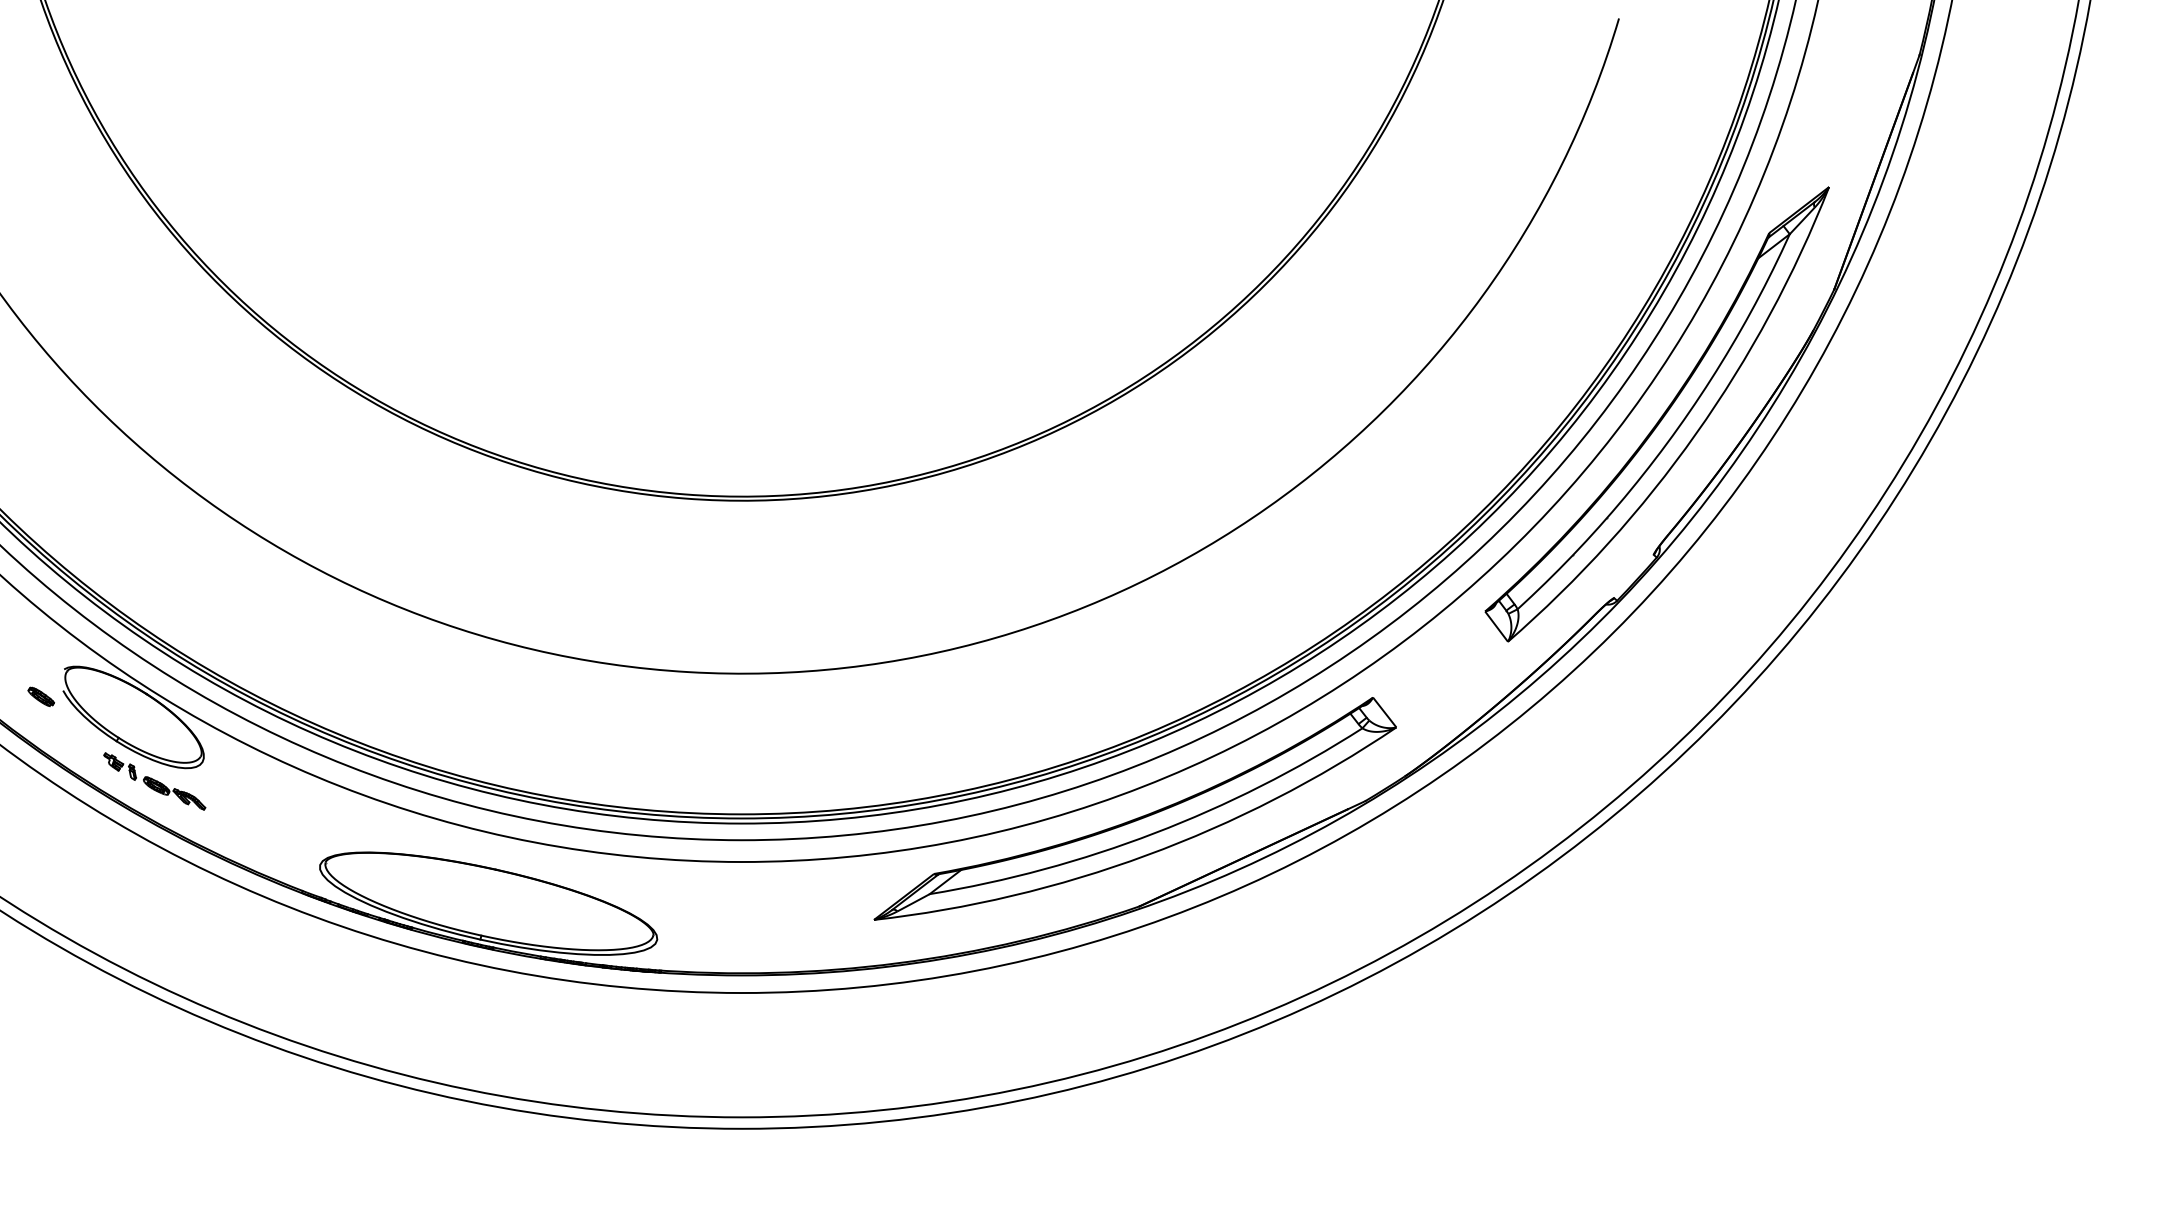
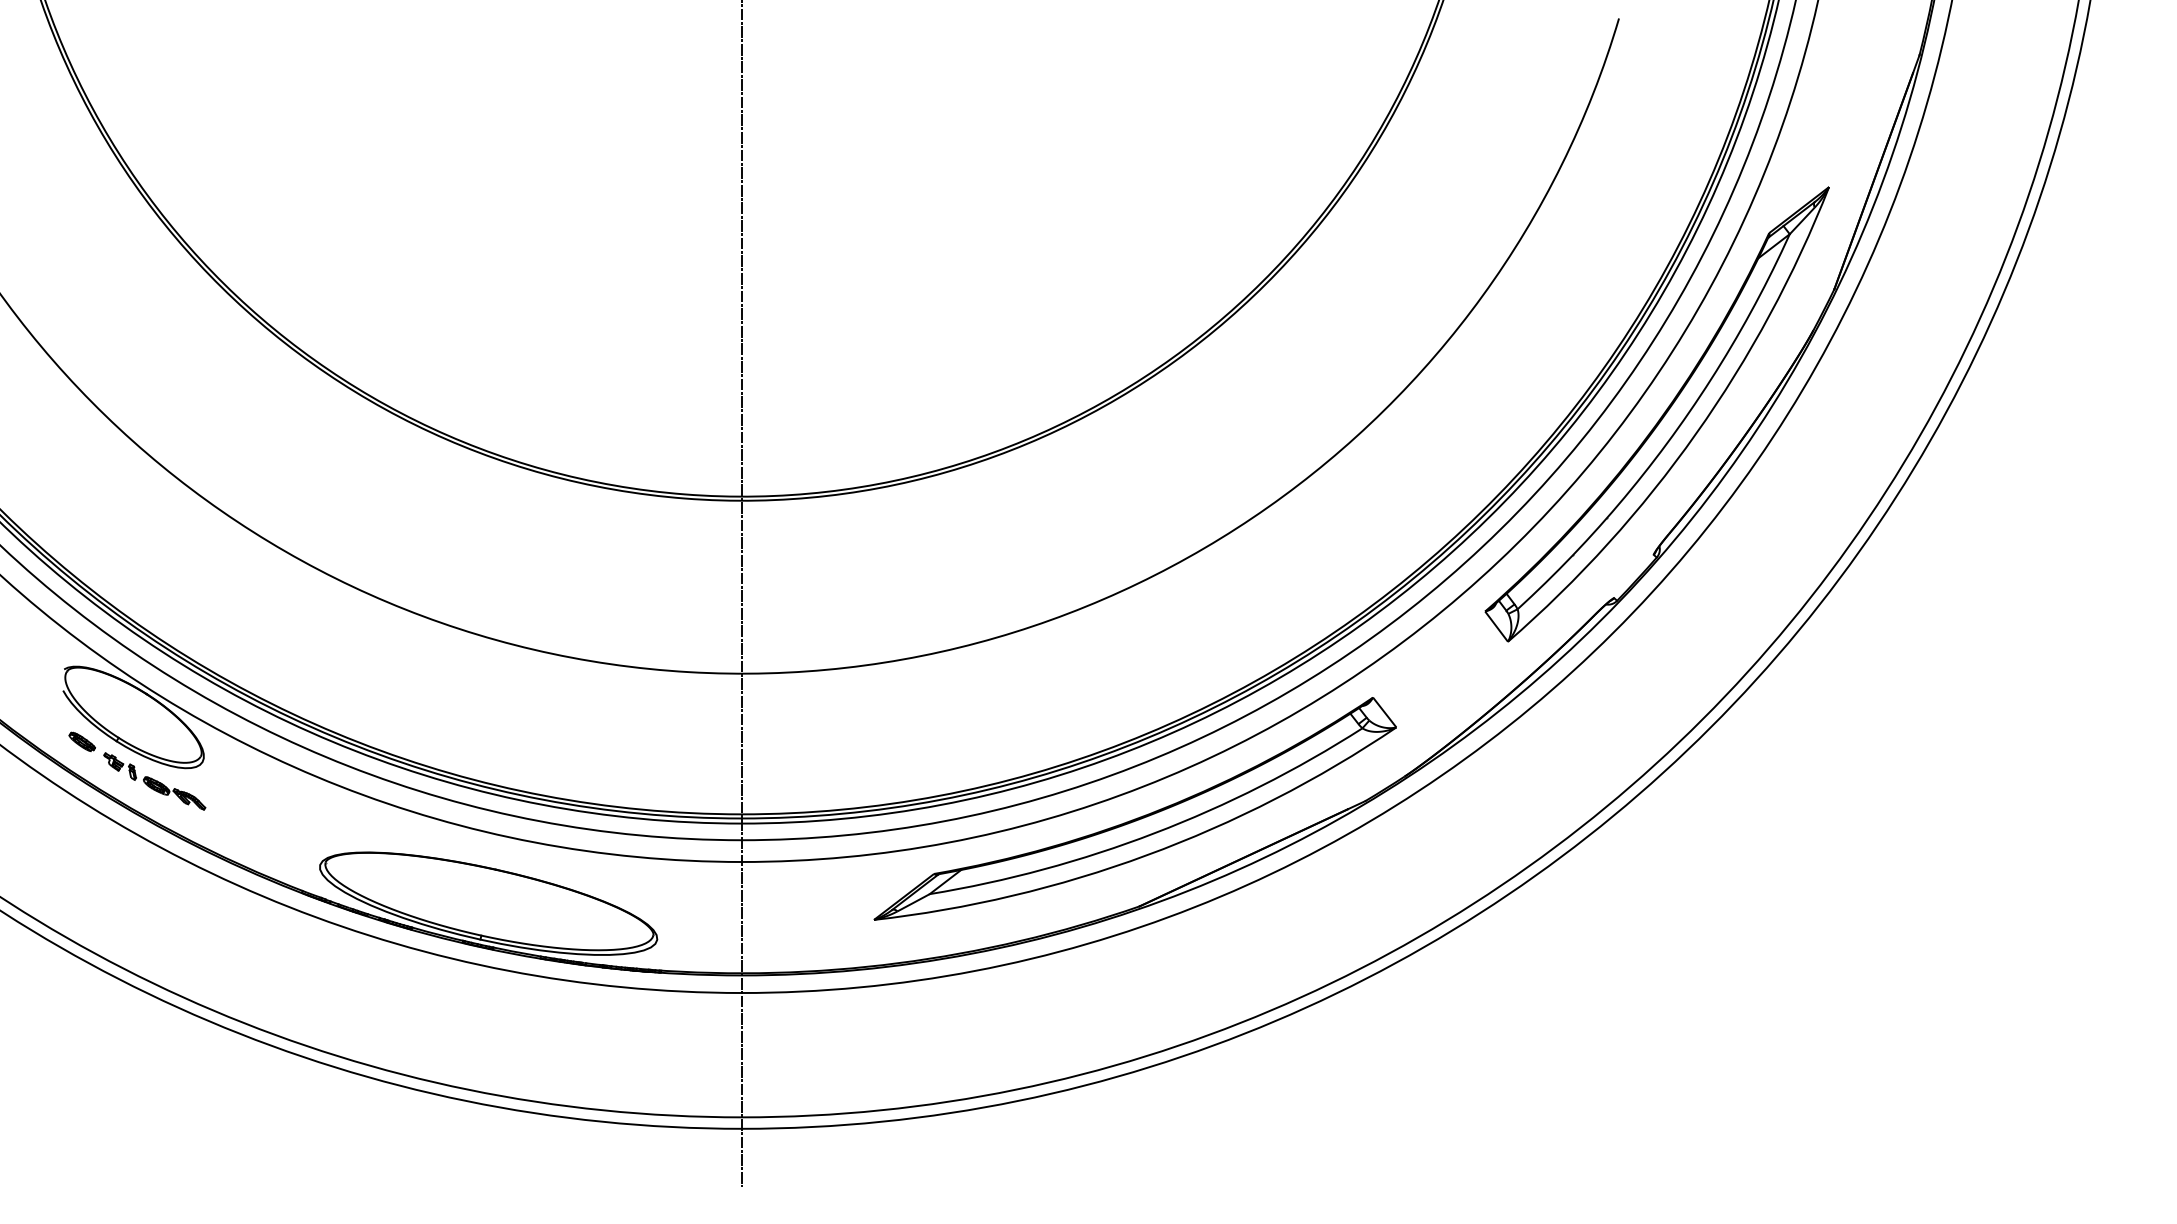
line at (742, 594): none -> present
part at (40, 696) position: (40, 696) -> (81, 741)
